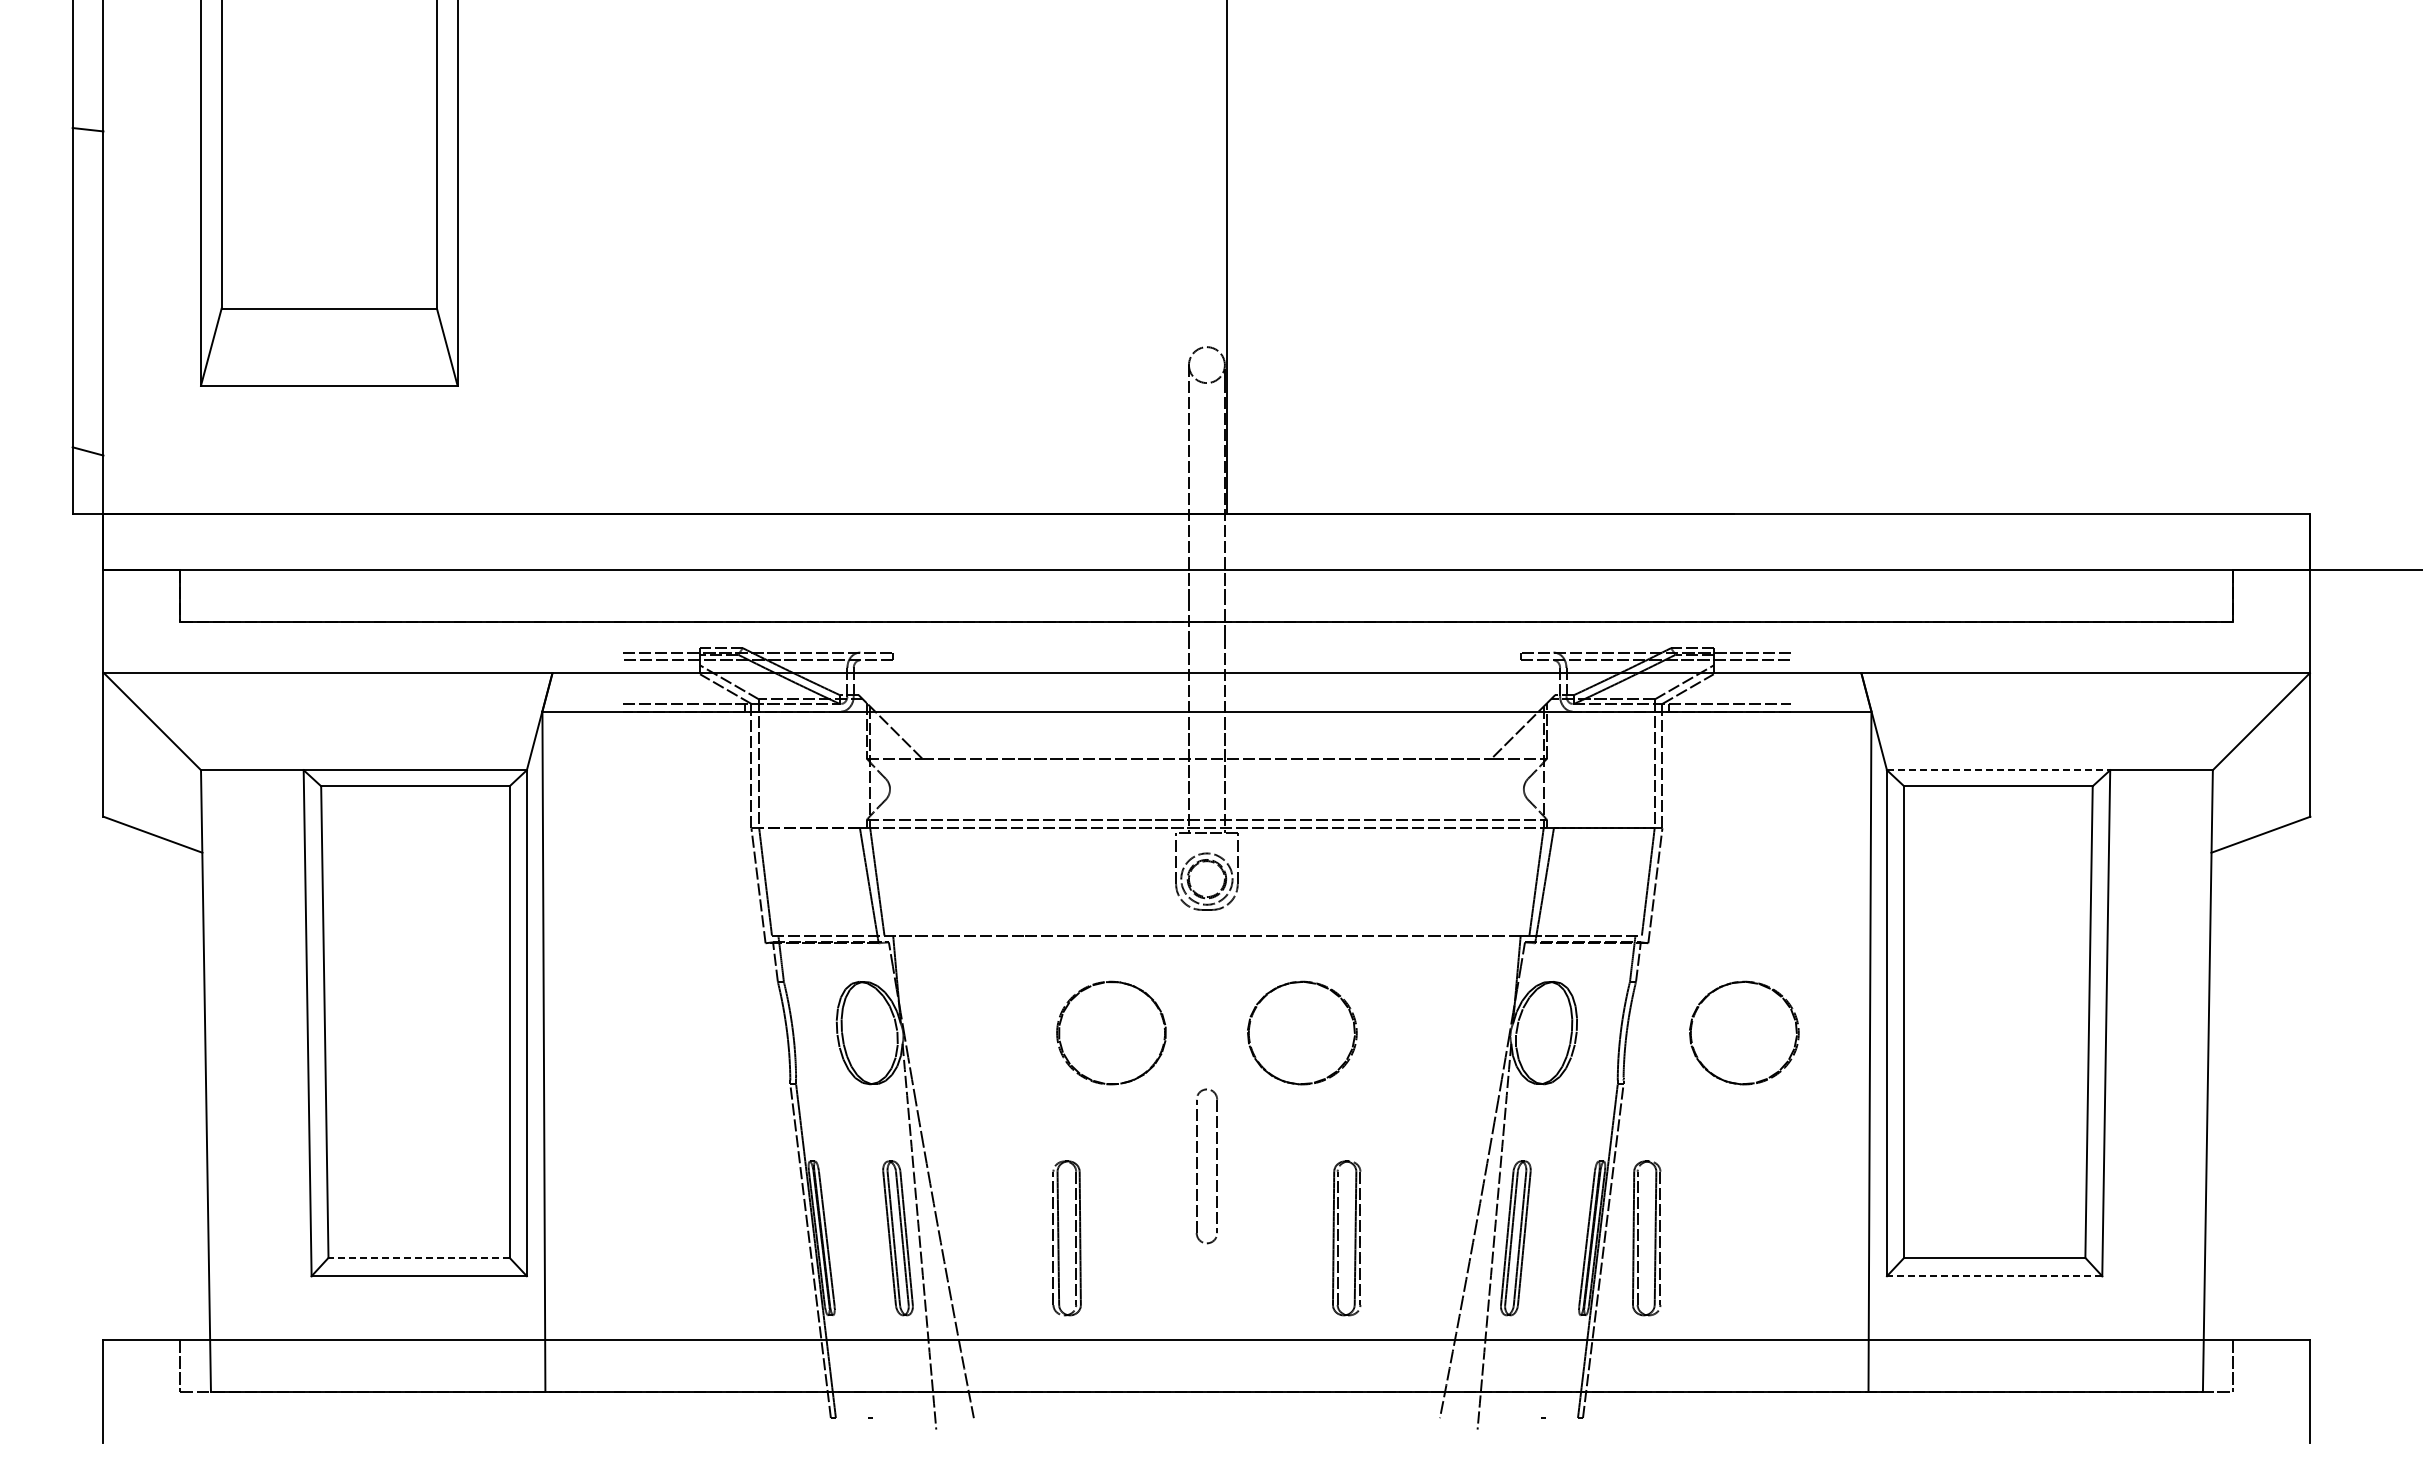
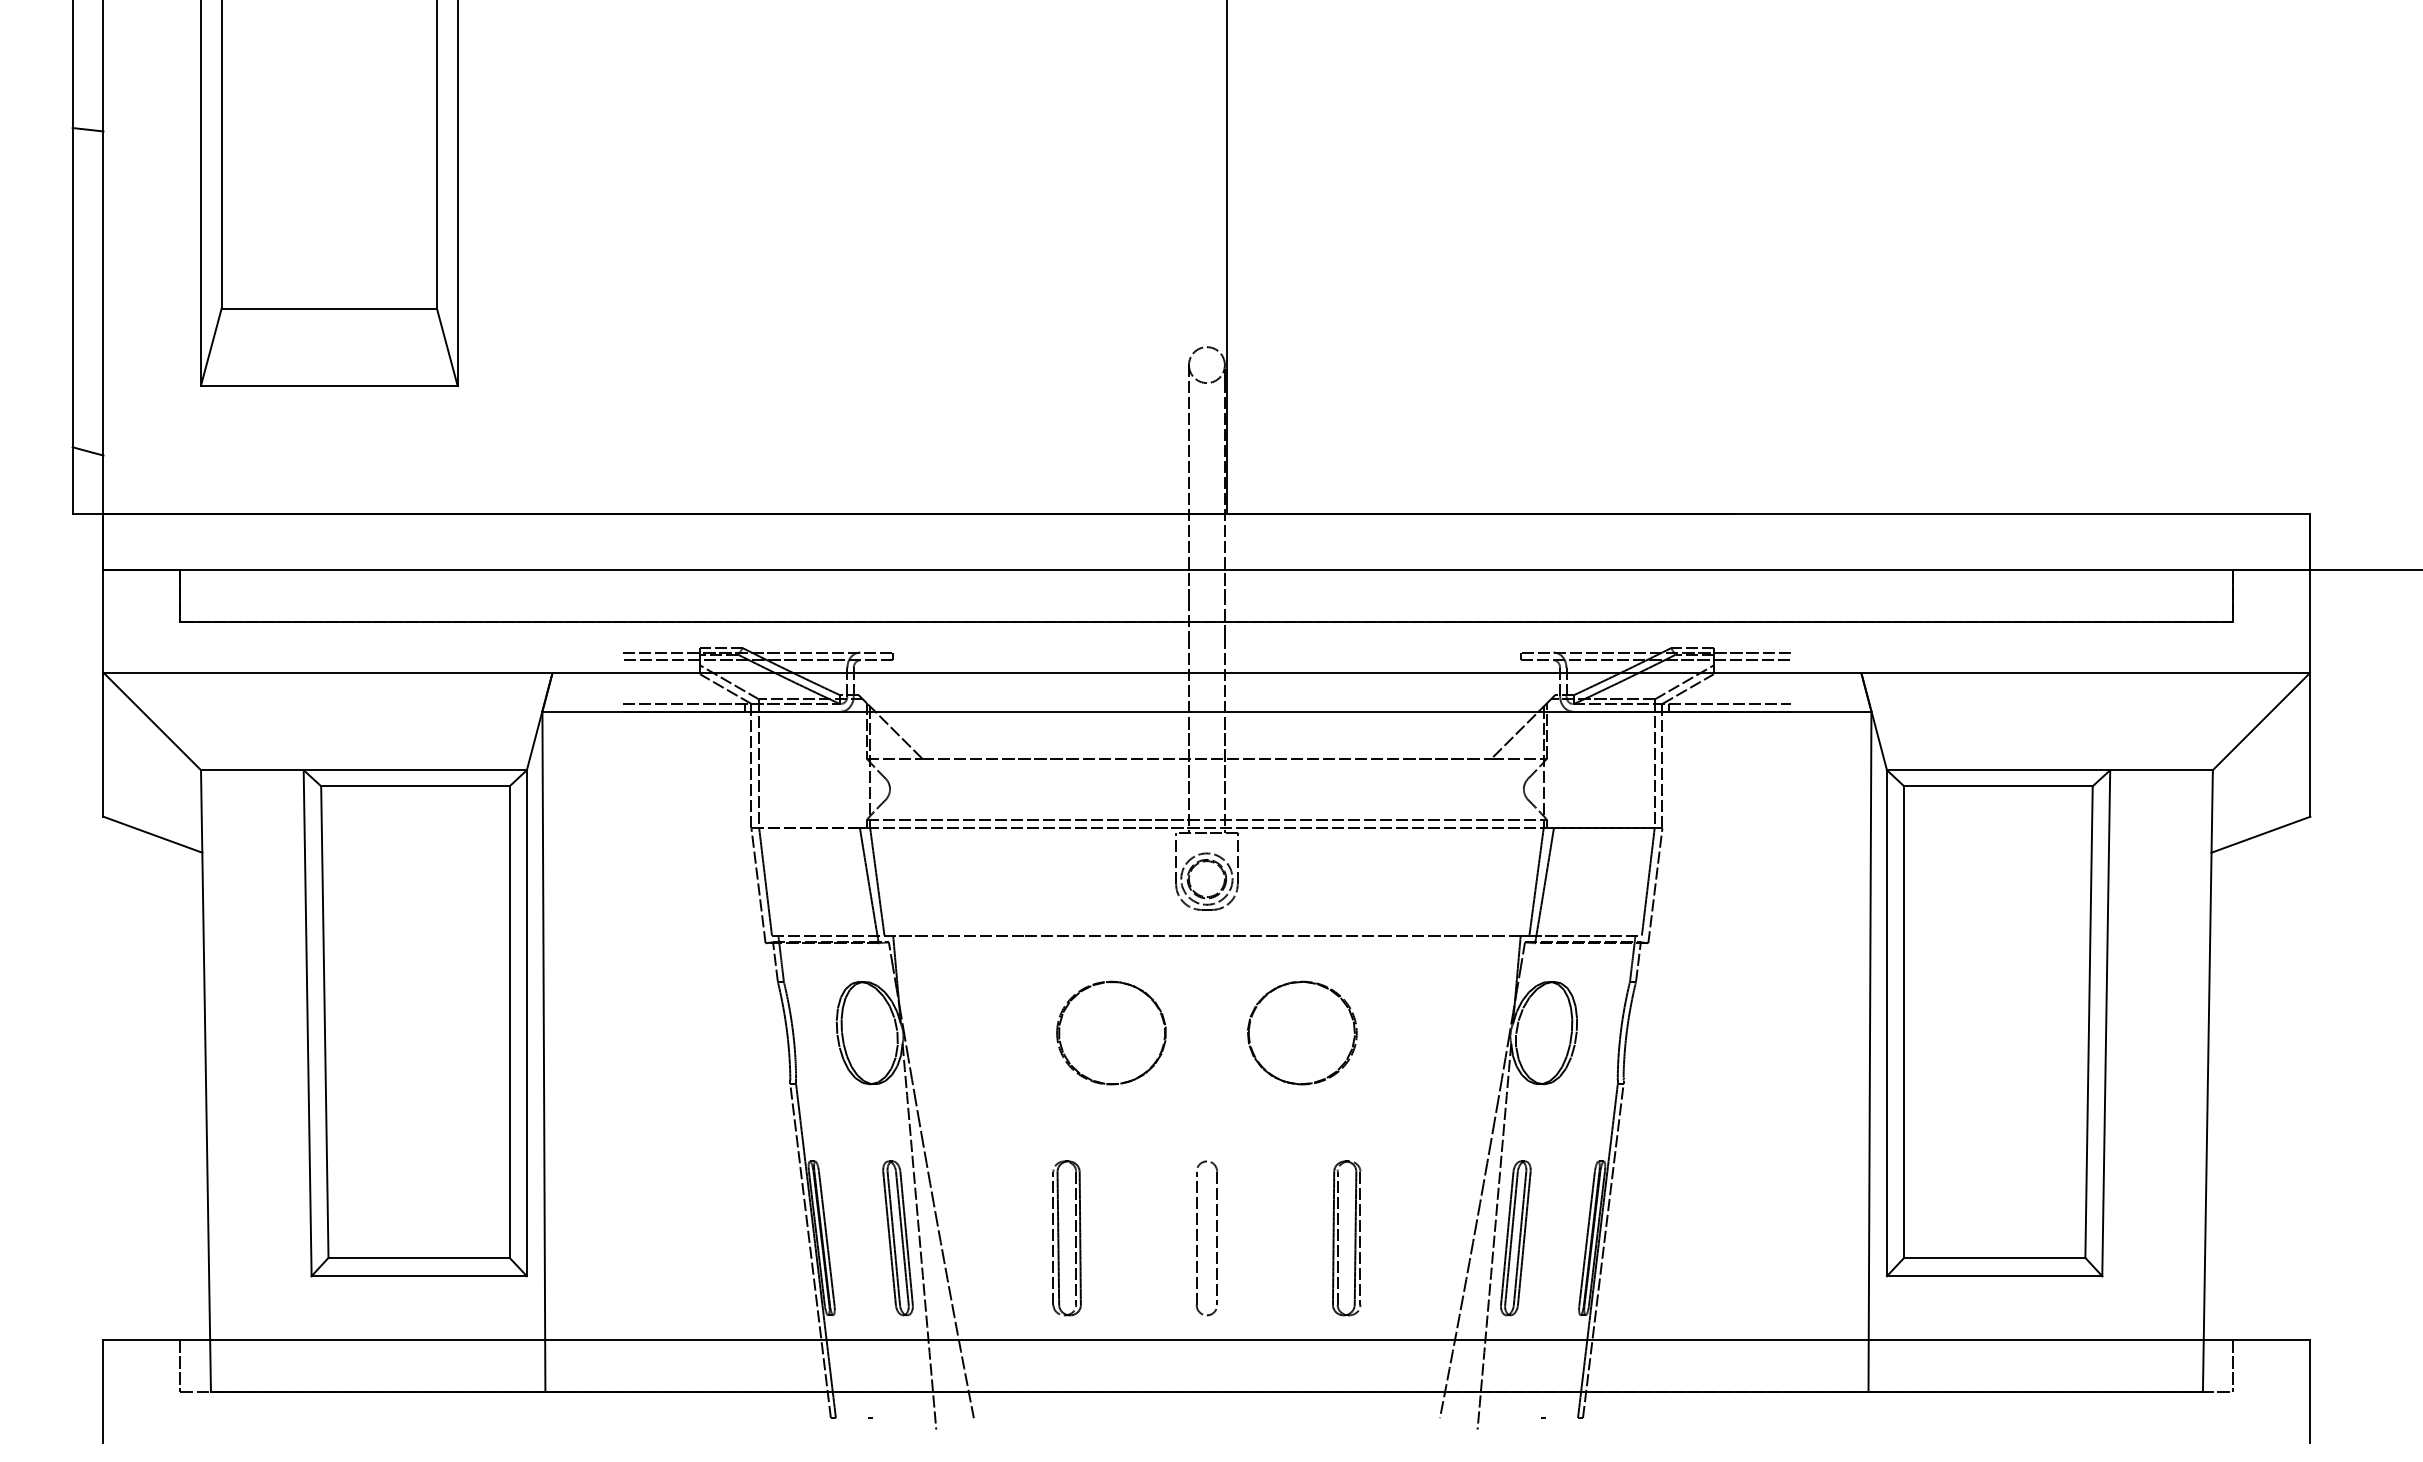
line at (1998, 770): dashed -> solid
part at (1754, 984): present -> none
part at (1197, 1166) position: (1197, 1166) -> (1197, 1238)
part at (1646, 1238): present -> none
line at (419, 1257): dashed -> solid
line at (1994, 1276): dashed -> solid
